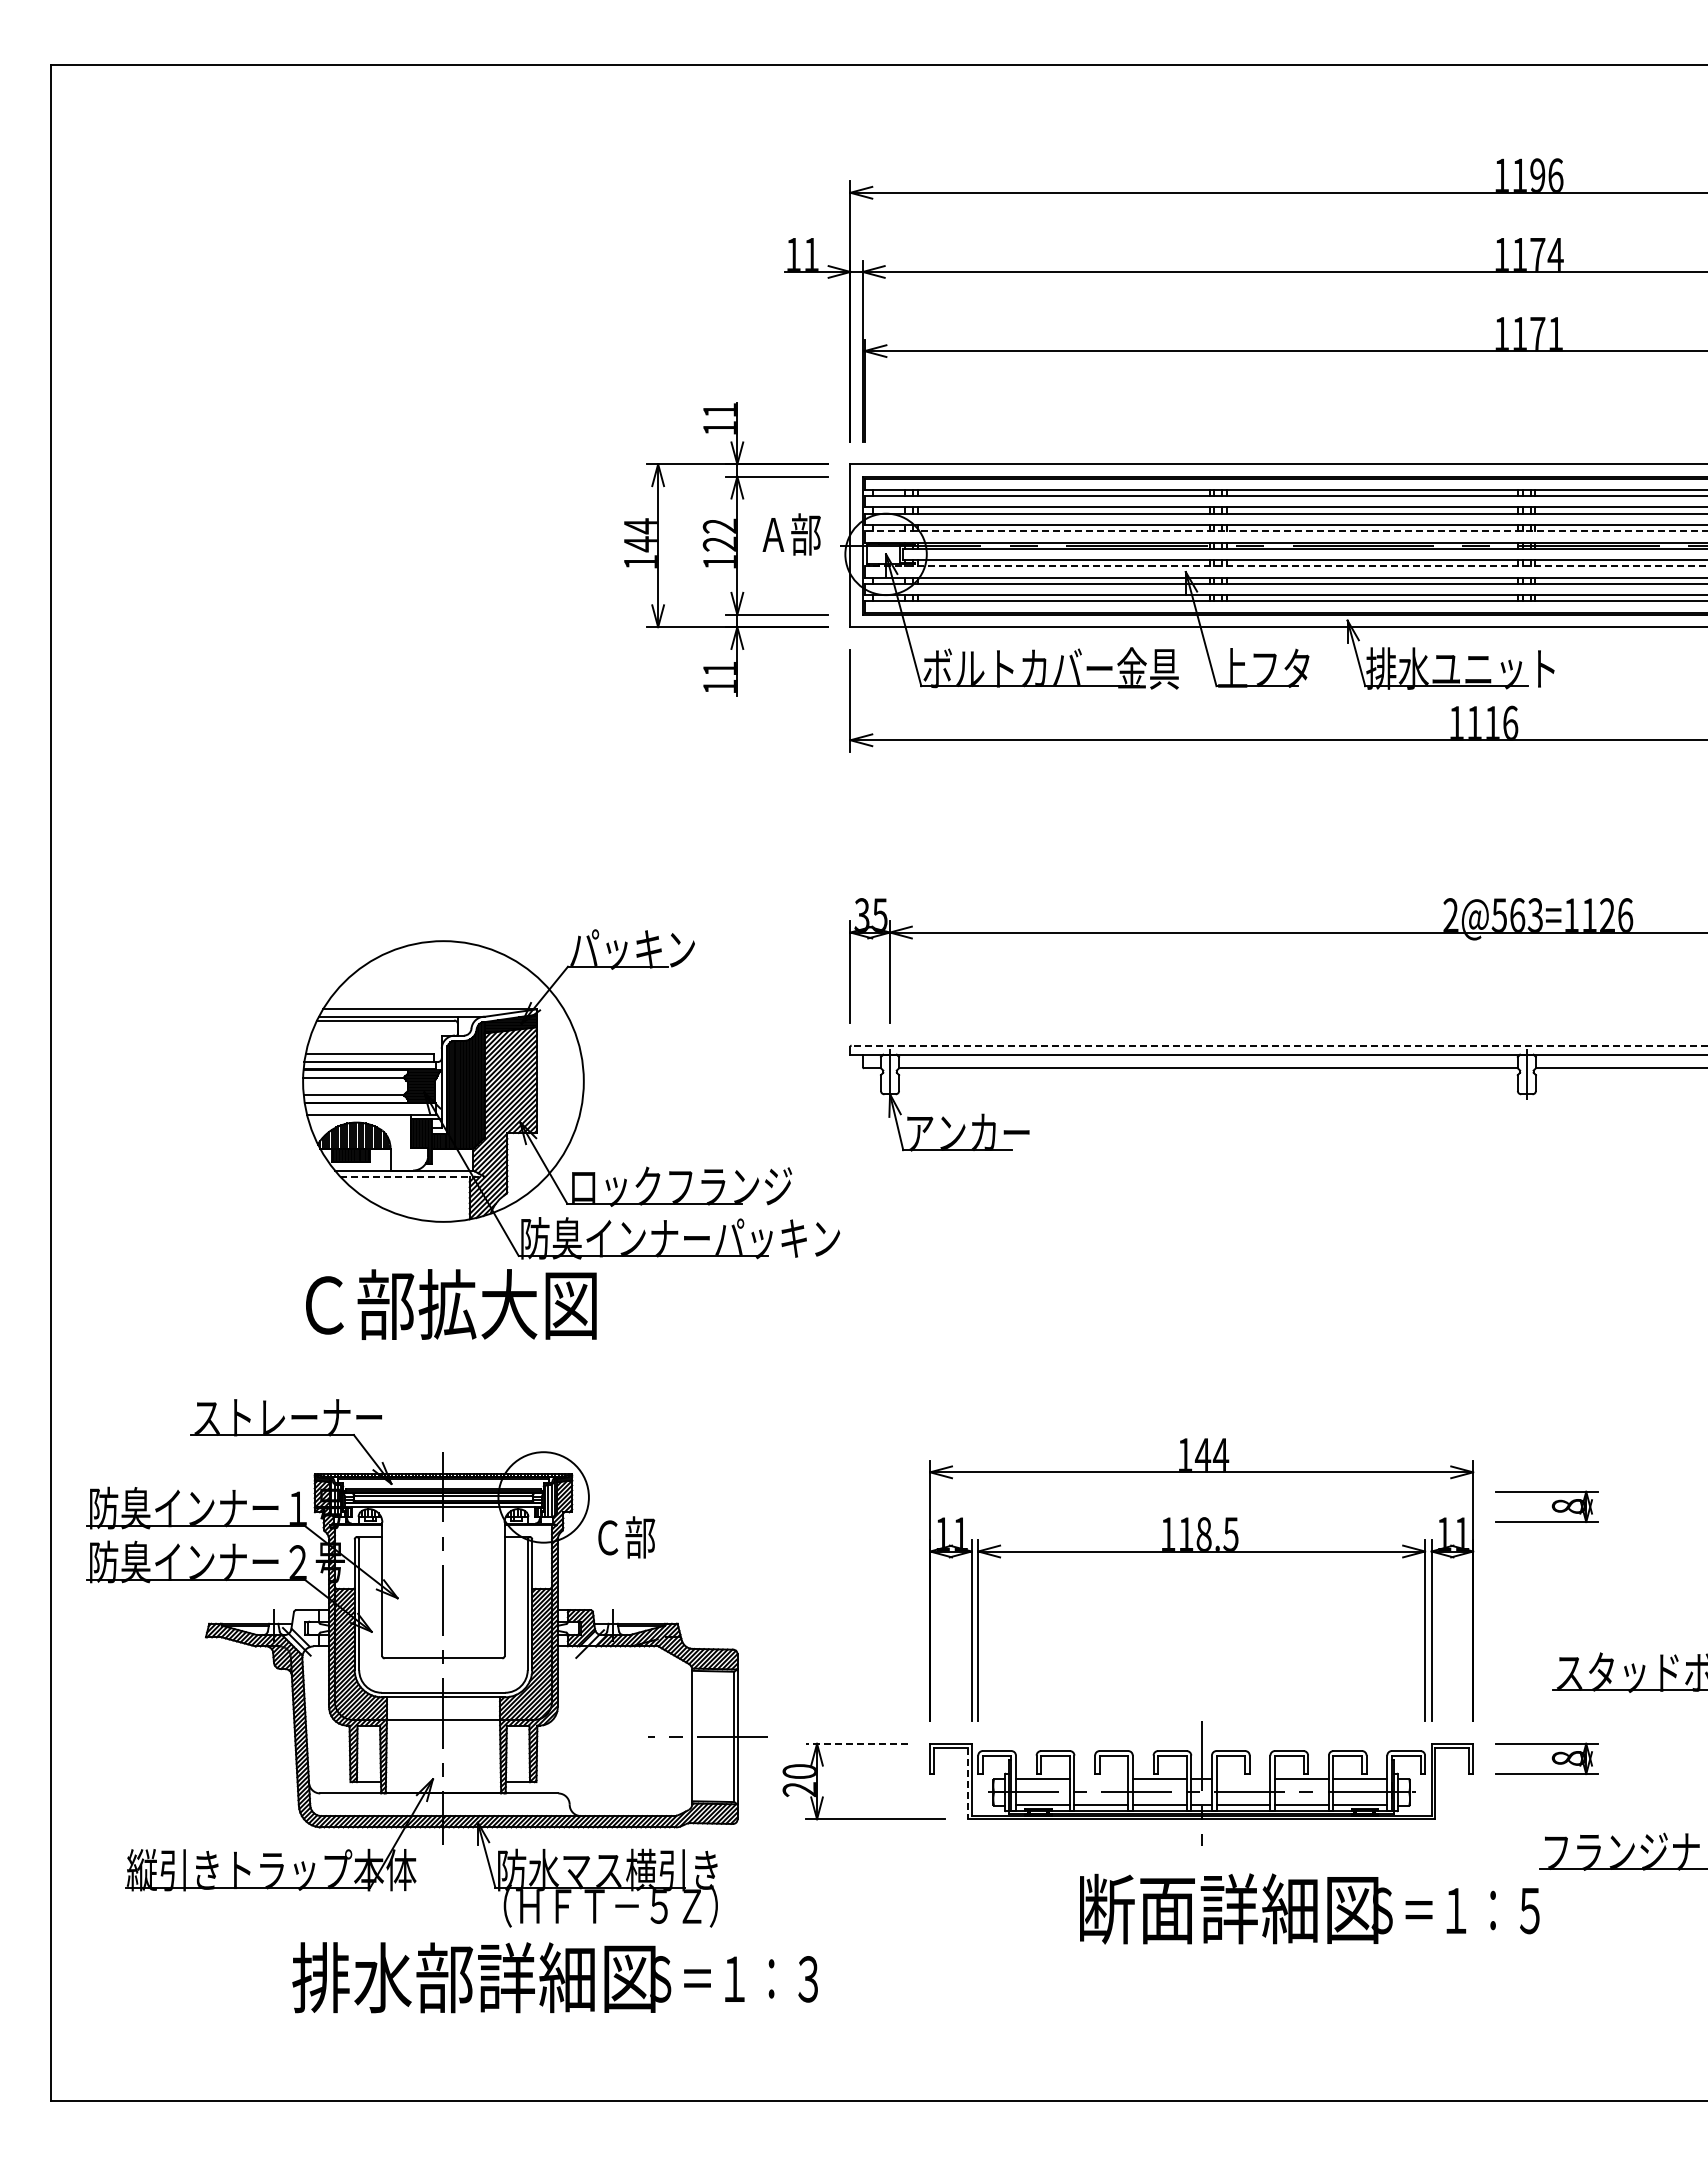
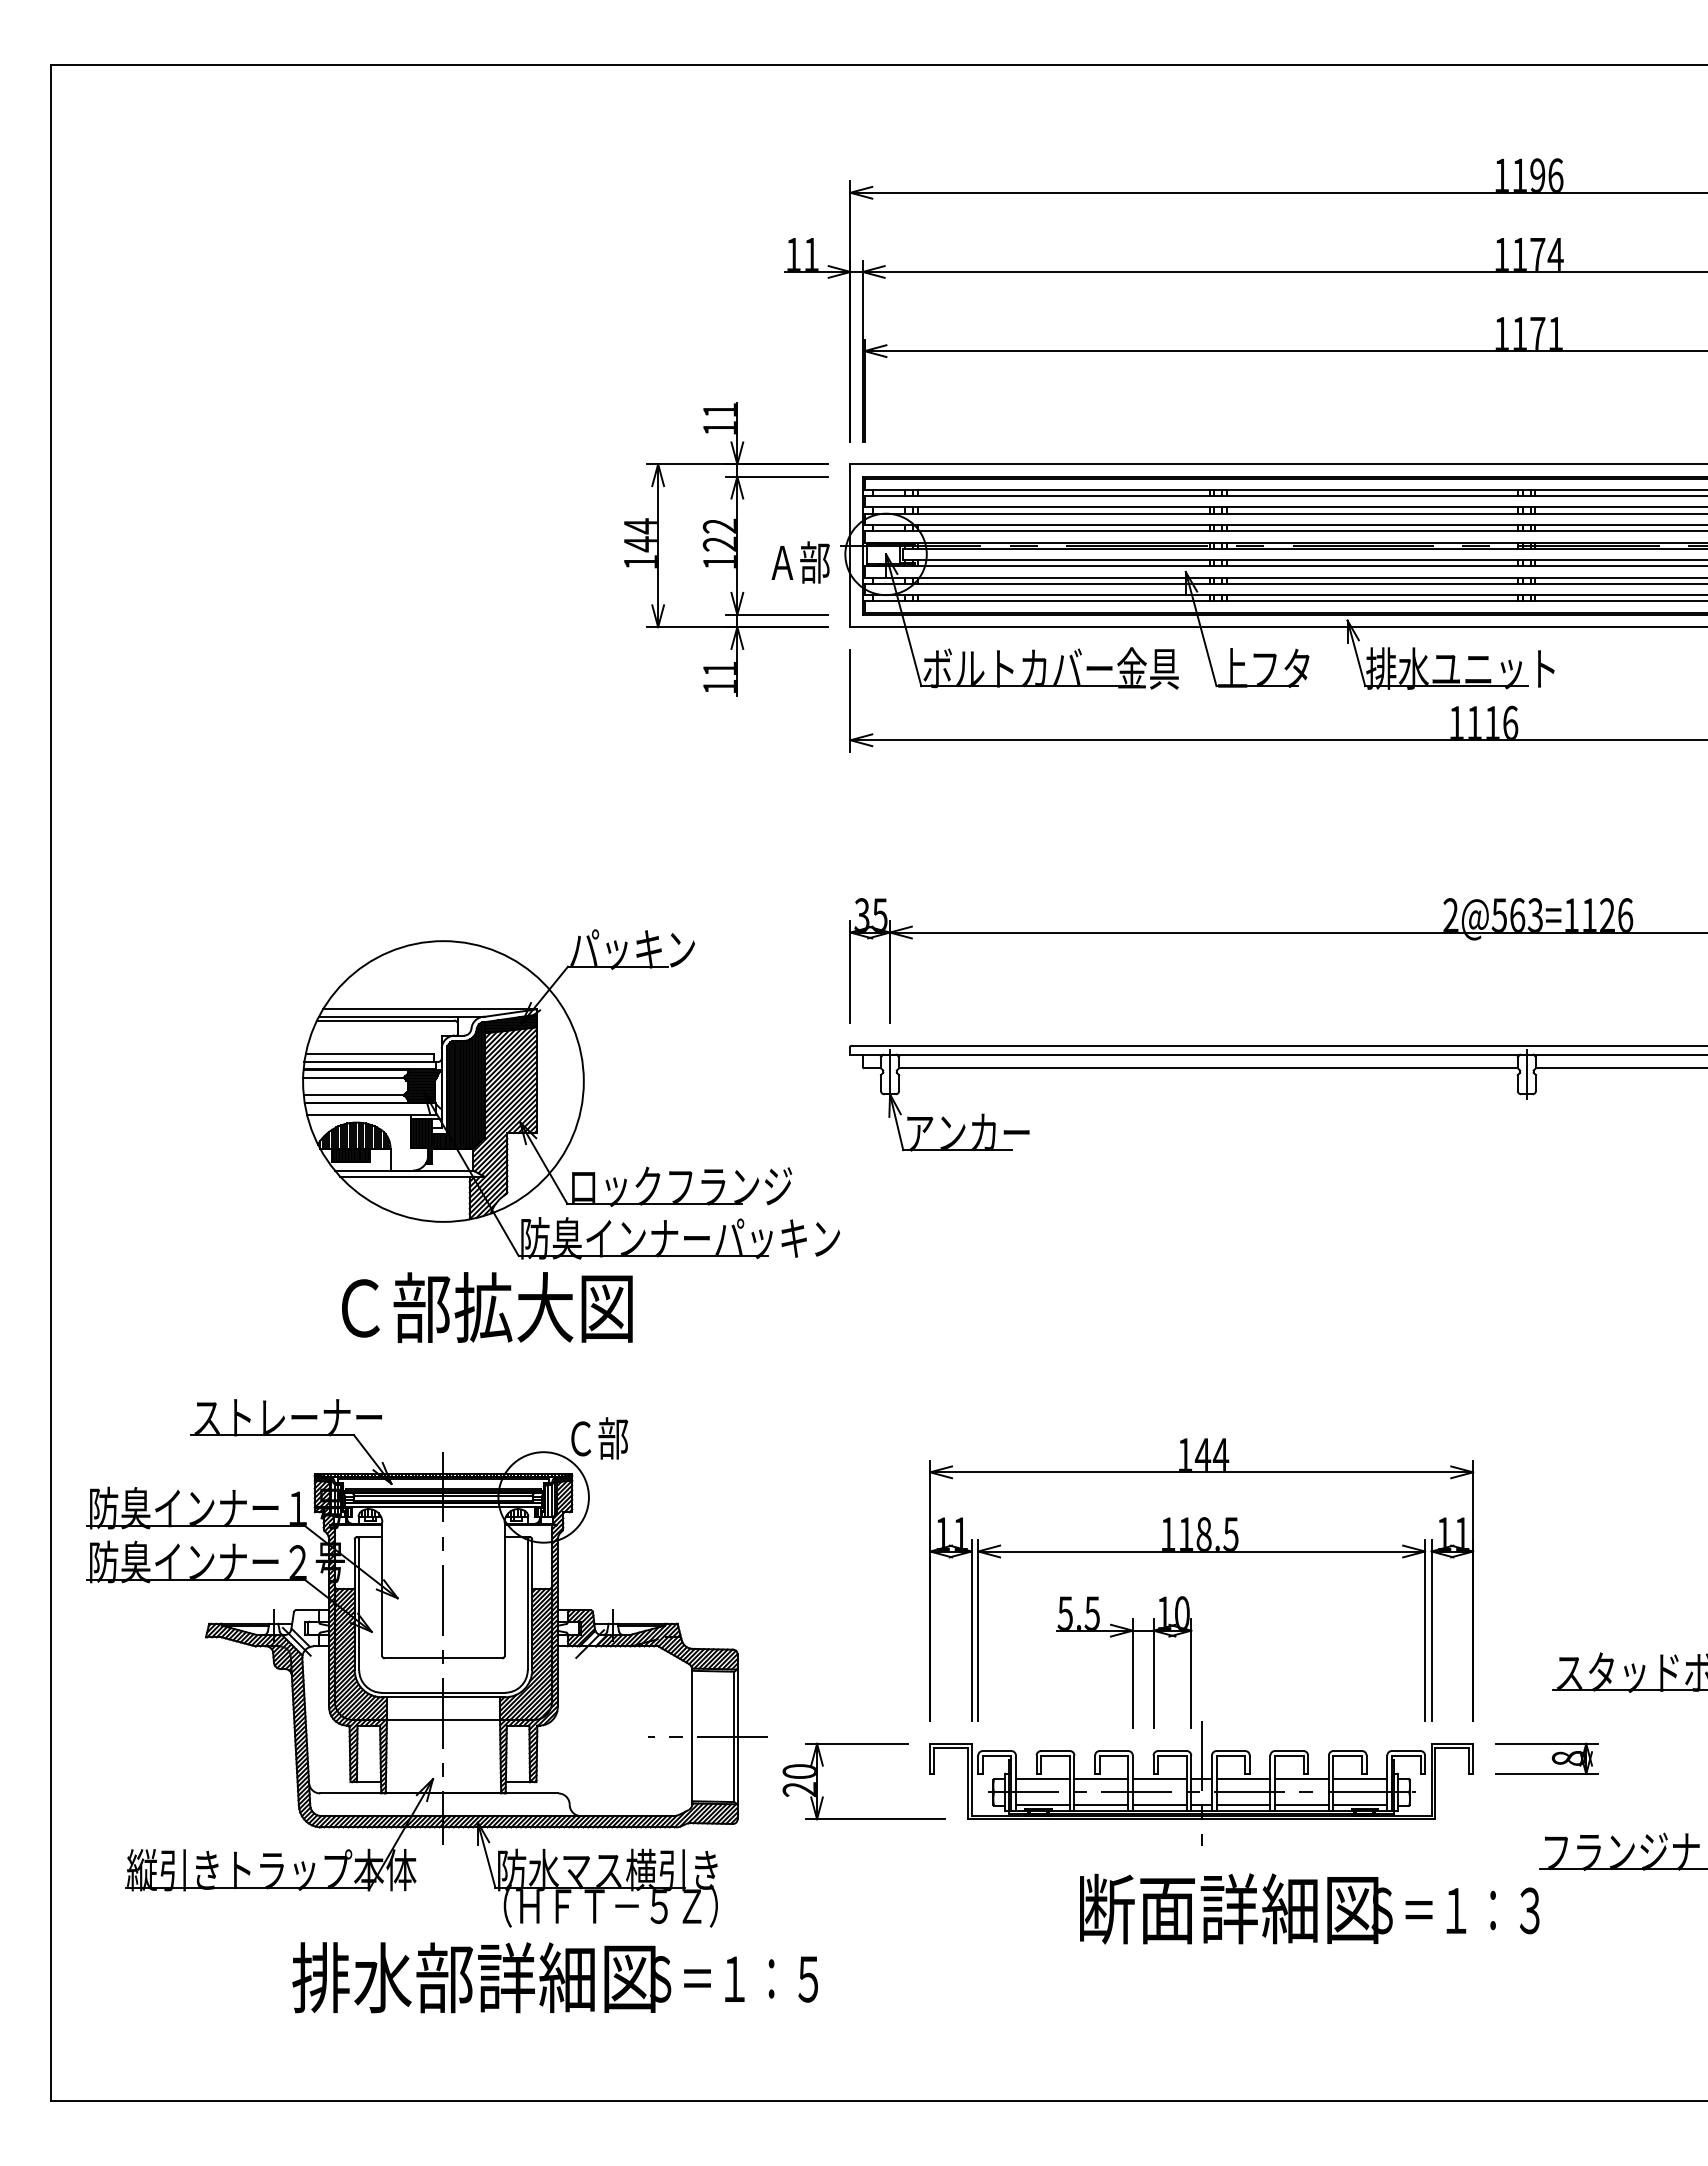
line at (1285, 531): dashed -> solid
text at (791, 534) position: (791, 534) -> (800, 562)
line at (1285, 566): dashed -> solid
line at (1279, 1045): dashed -> solid
line at (412, 1176): dashed -> solid
text at (451, 1304) position: (451, 1304) -> (487, 1307)
part at (1546, 1506): present -> none
text at (626, 1537) position: (626, 1537) -> (599, 1438)
part at (1132, 1662): none -> present
line at (856, 1743): dashed -> solid
line at (1101, 1779): none -> present
line at (1243, 1779): none -> present
line at (967, 1783): dashed -> solid
text at (1529, 1910): Ｓ＝１：５ -> Ｓ＝１：３
text at (807, 1979): Ｓ＝１：３ -> Ｓ＝１：５
